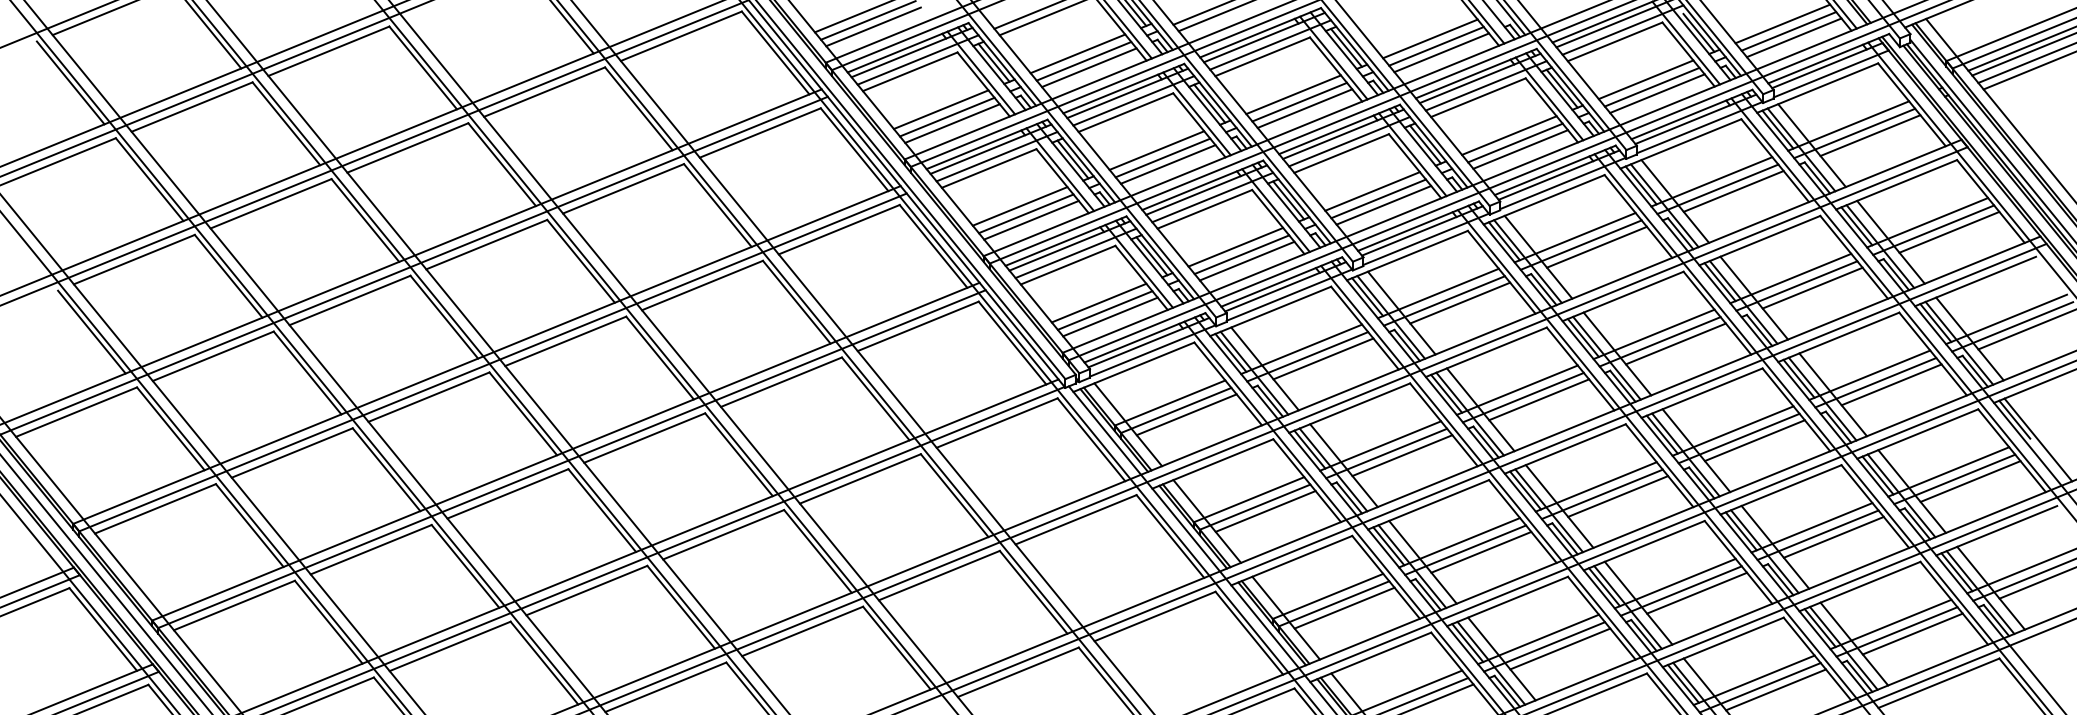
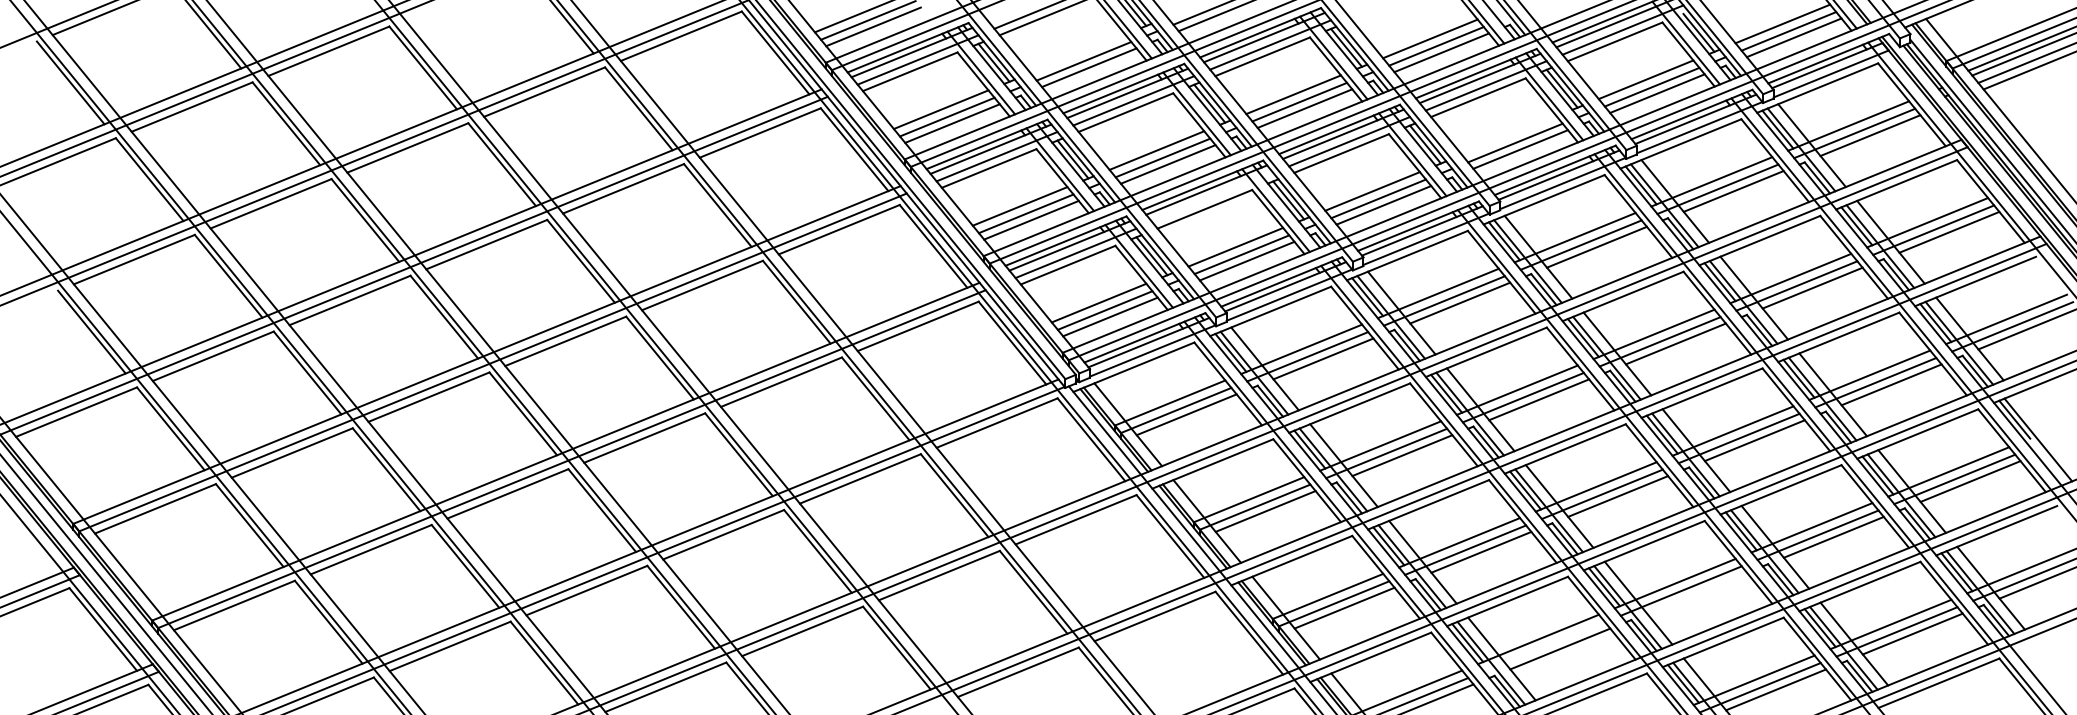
line at (1077, 53): present -> none
line at (1509, 135): present -> none
line at (1212, 197): present -> none
line at (1697, 592): present -> none
line at (1544, 646): present -> none
